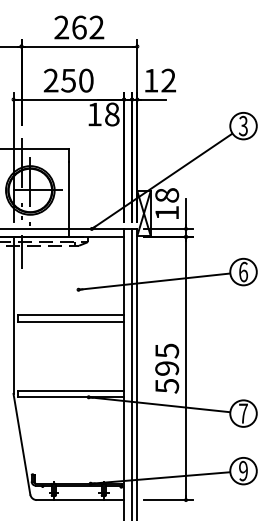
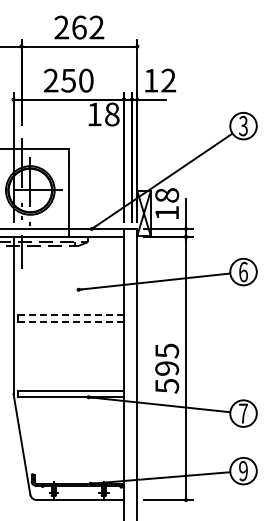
line at (70, 315): solid -> dashed
line at (70, 322): solid -> dashed
line at (132, 372): present -> none
